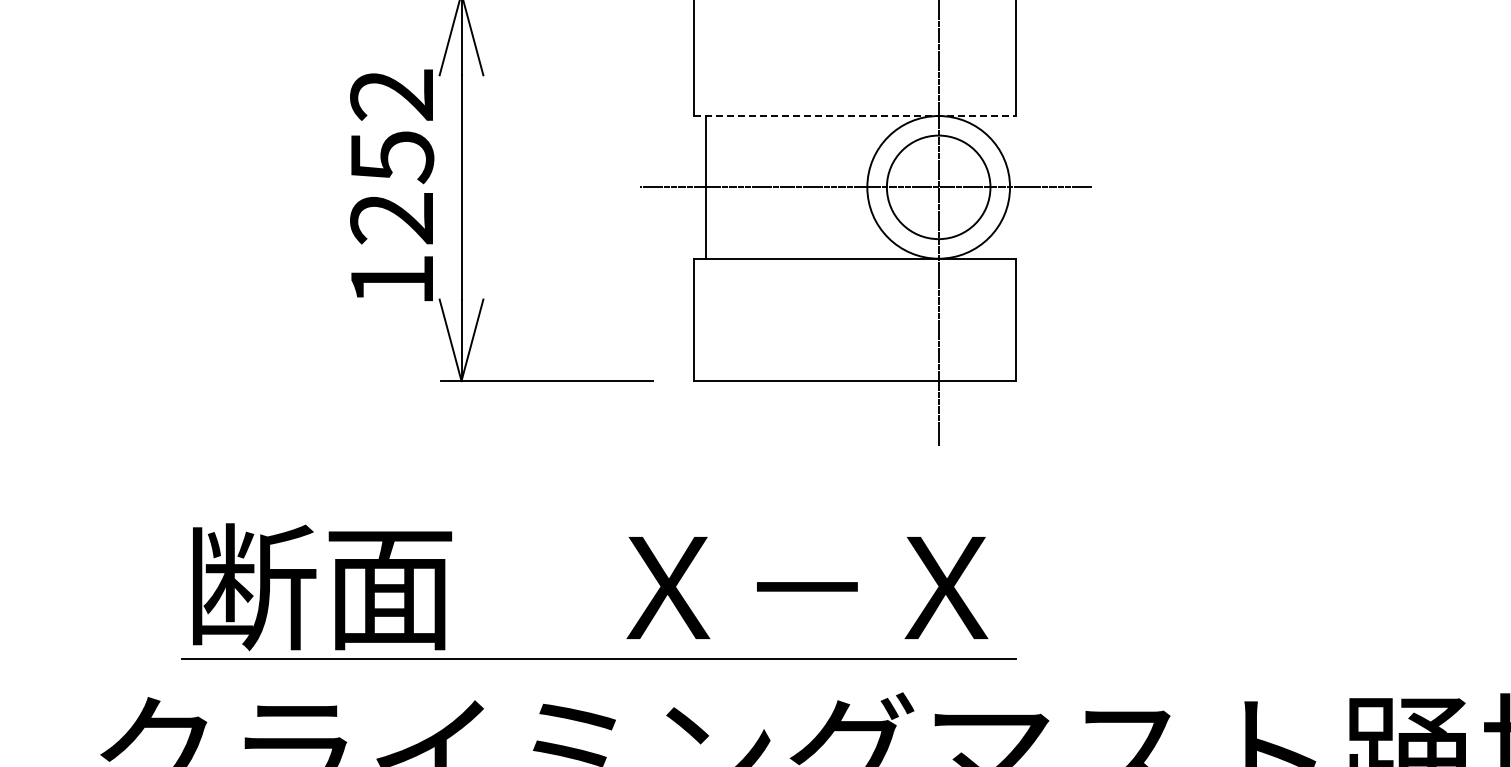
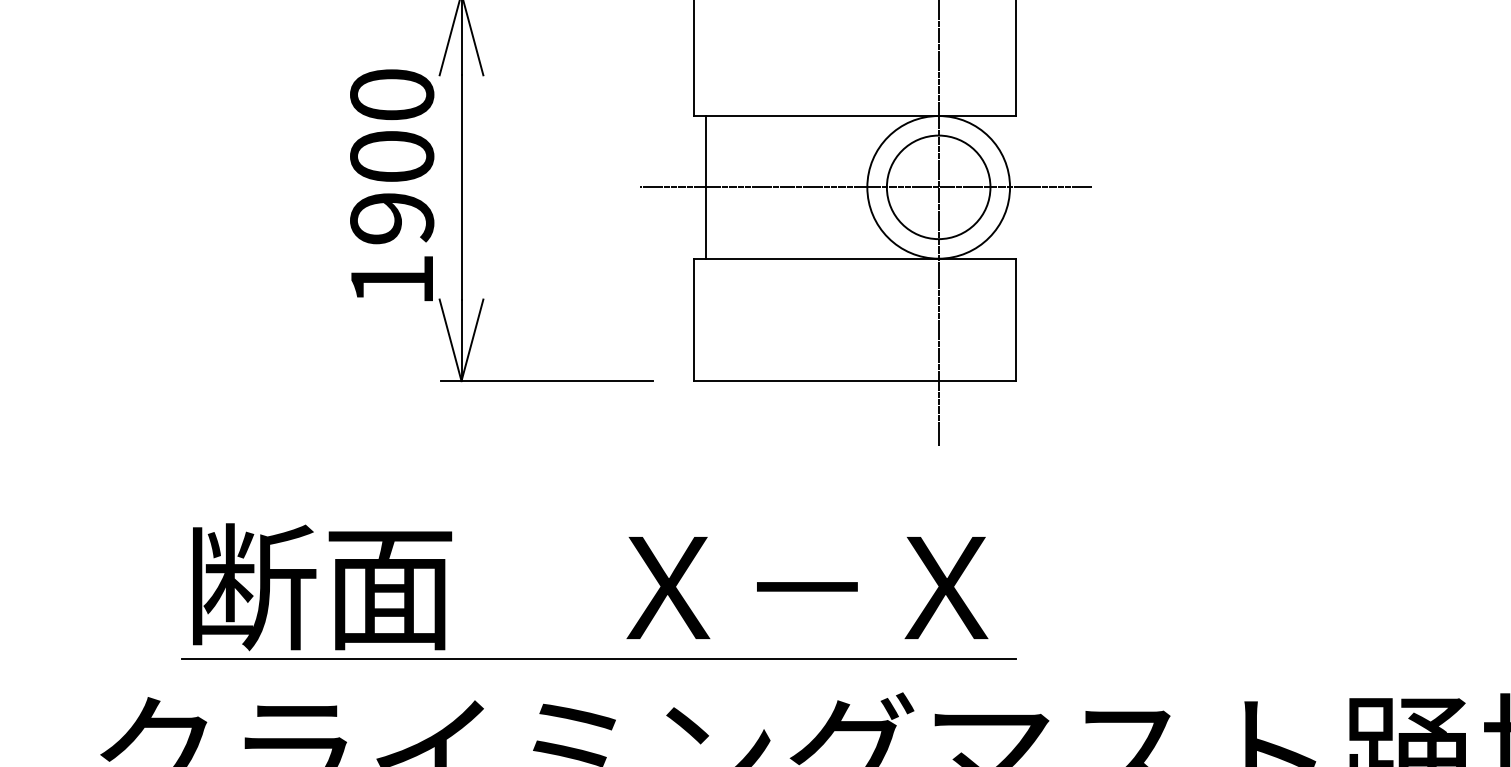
line at (855, 116): dashed -> solid
text at (392, 156): 1252 -> 1900
